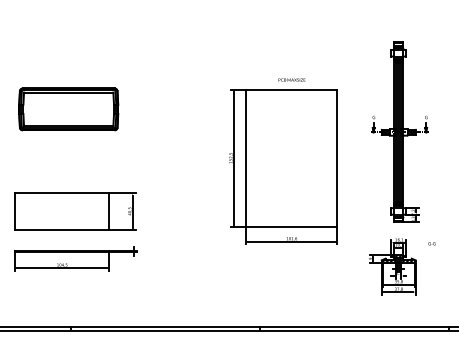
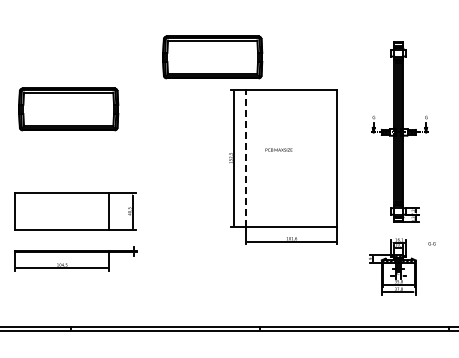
part at (212, 57): none -> present
text at (291, 79) position: (291, 79) -> (278, 149)
line at (245, 158): solid -> dashed
